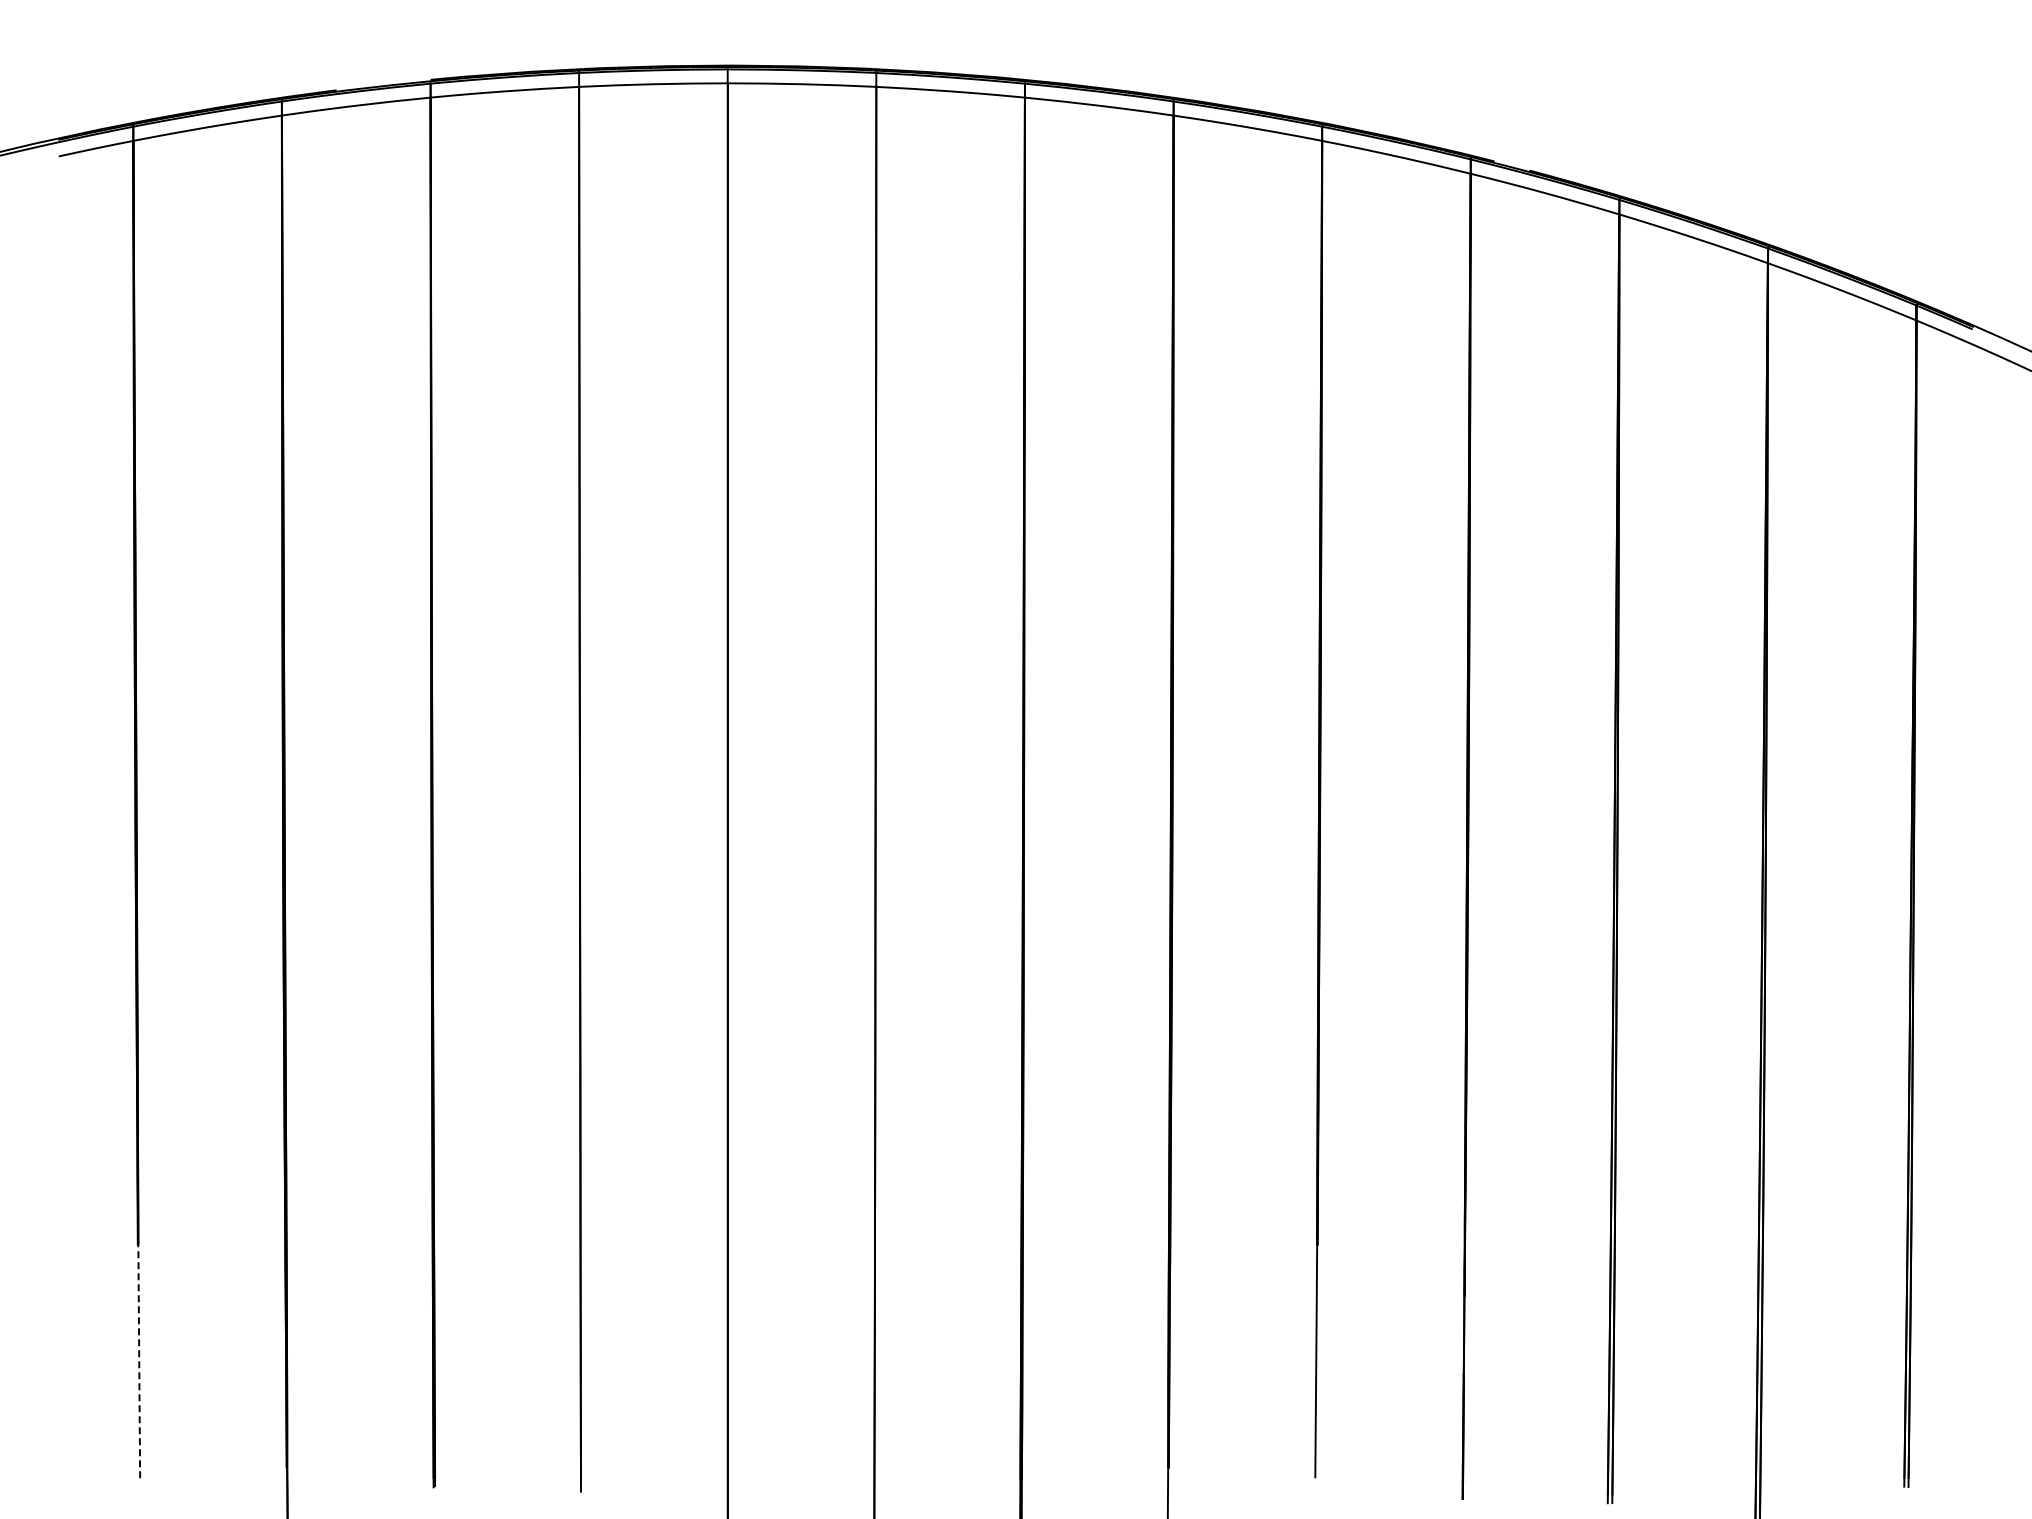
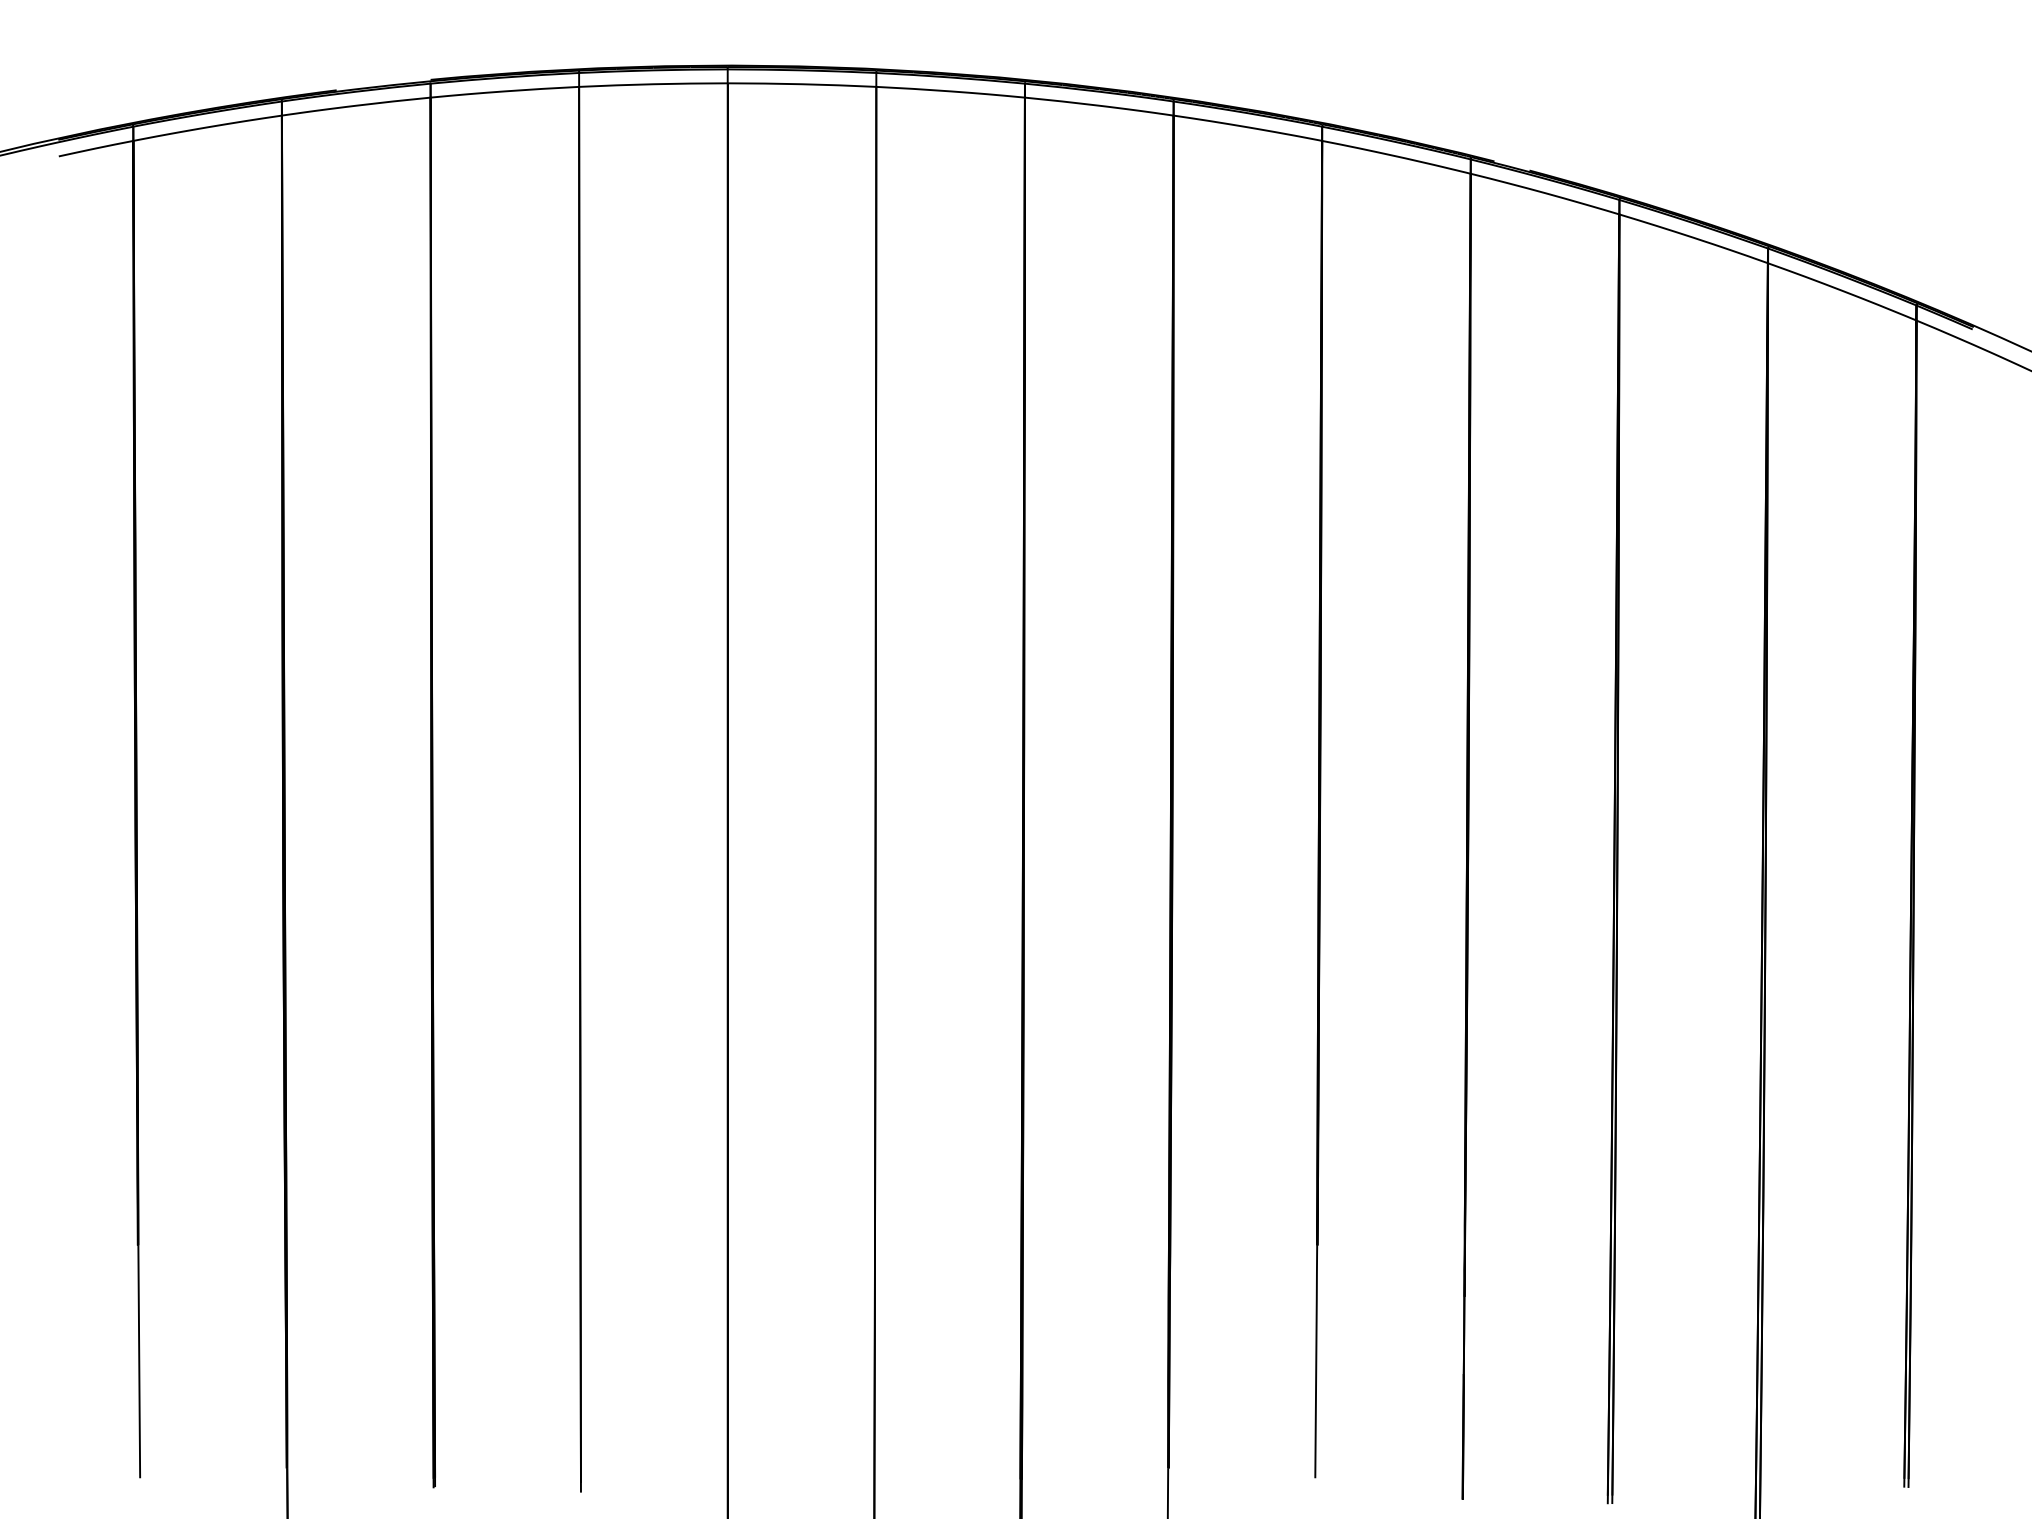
line at (139, 1361): dashed -> solid
